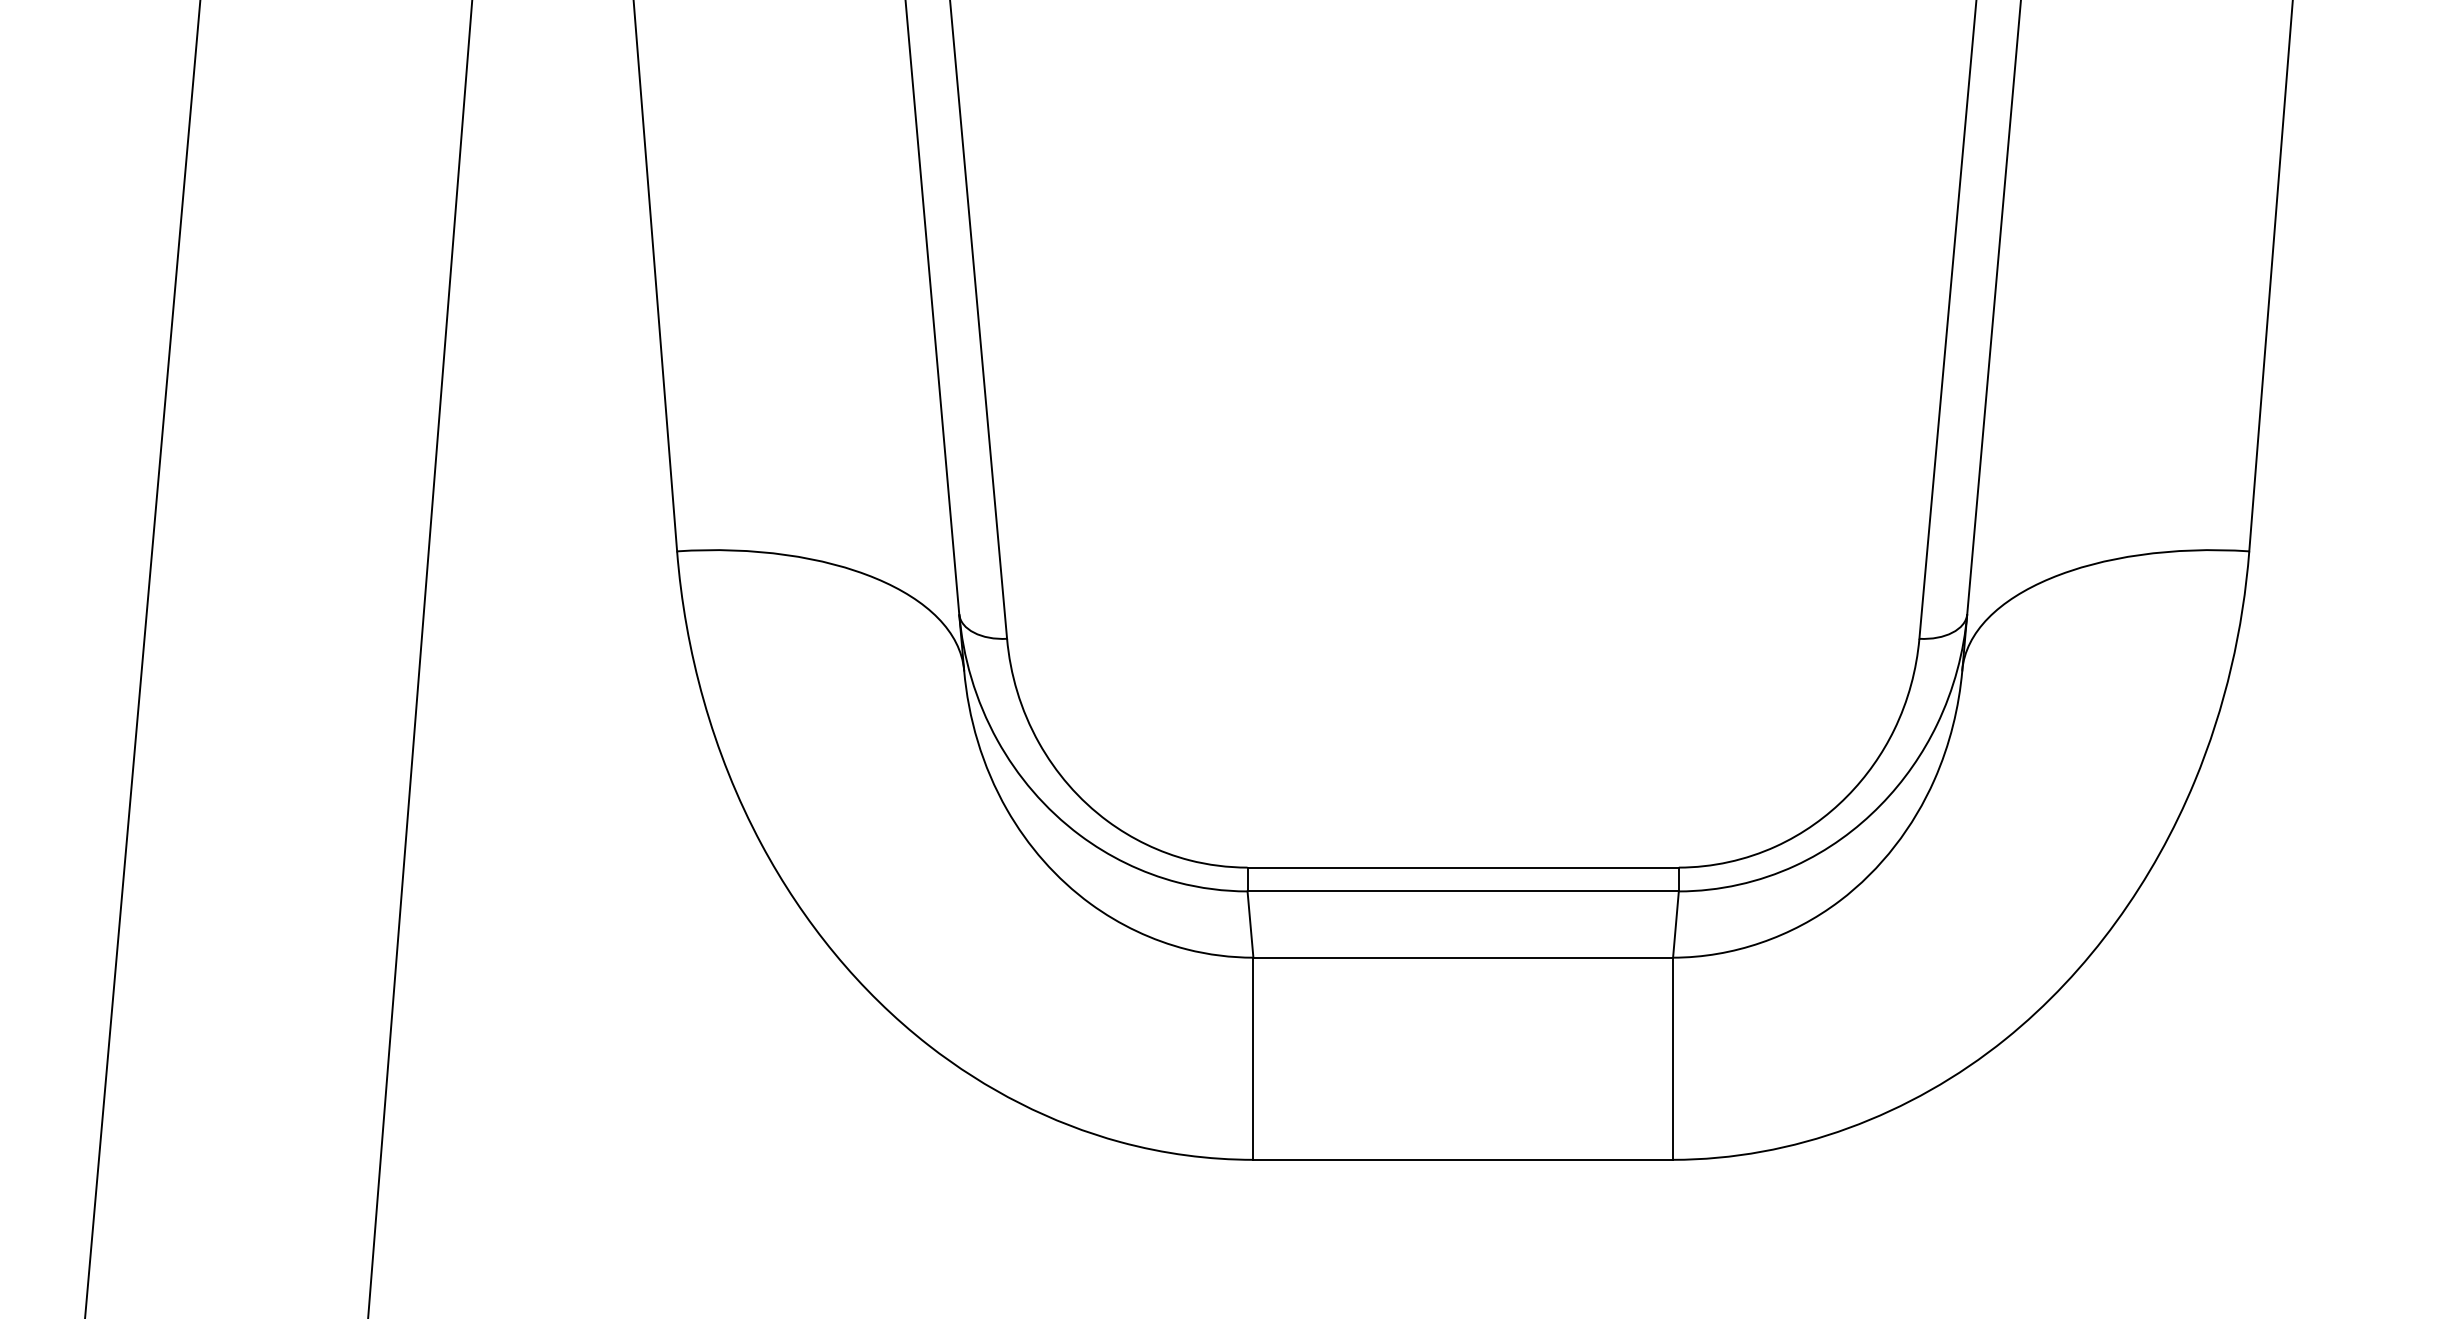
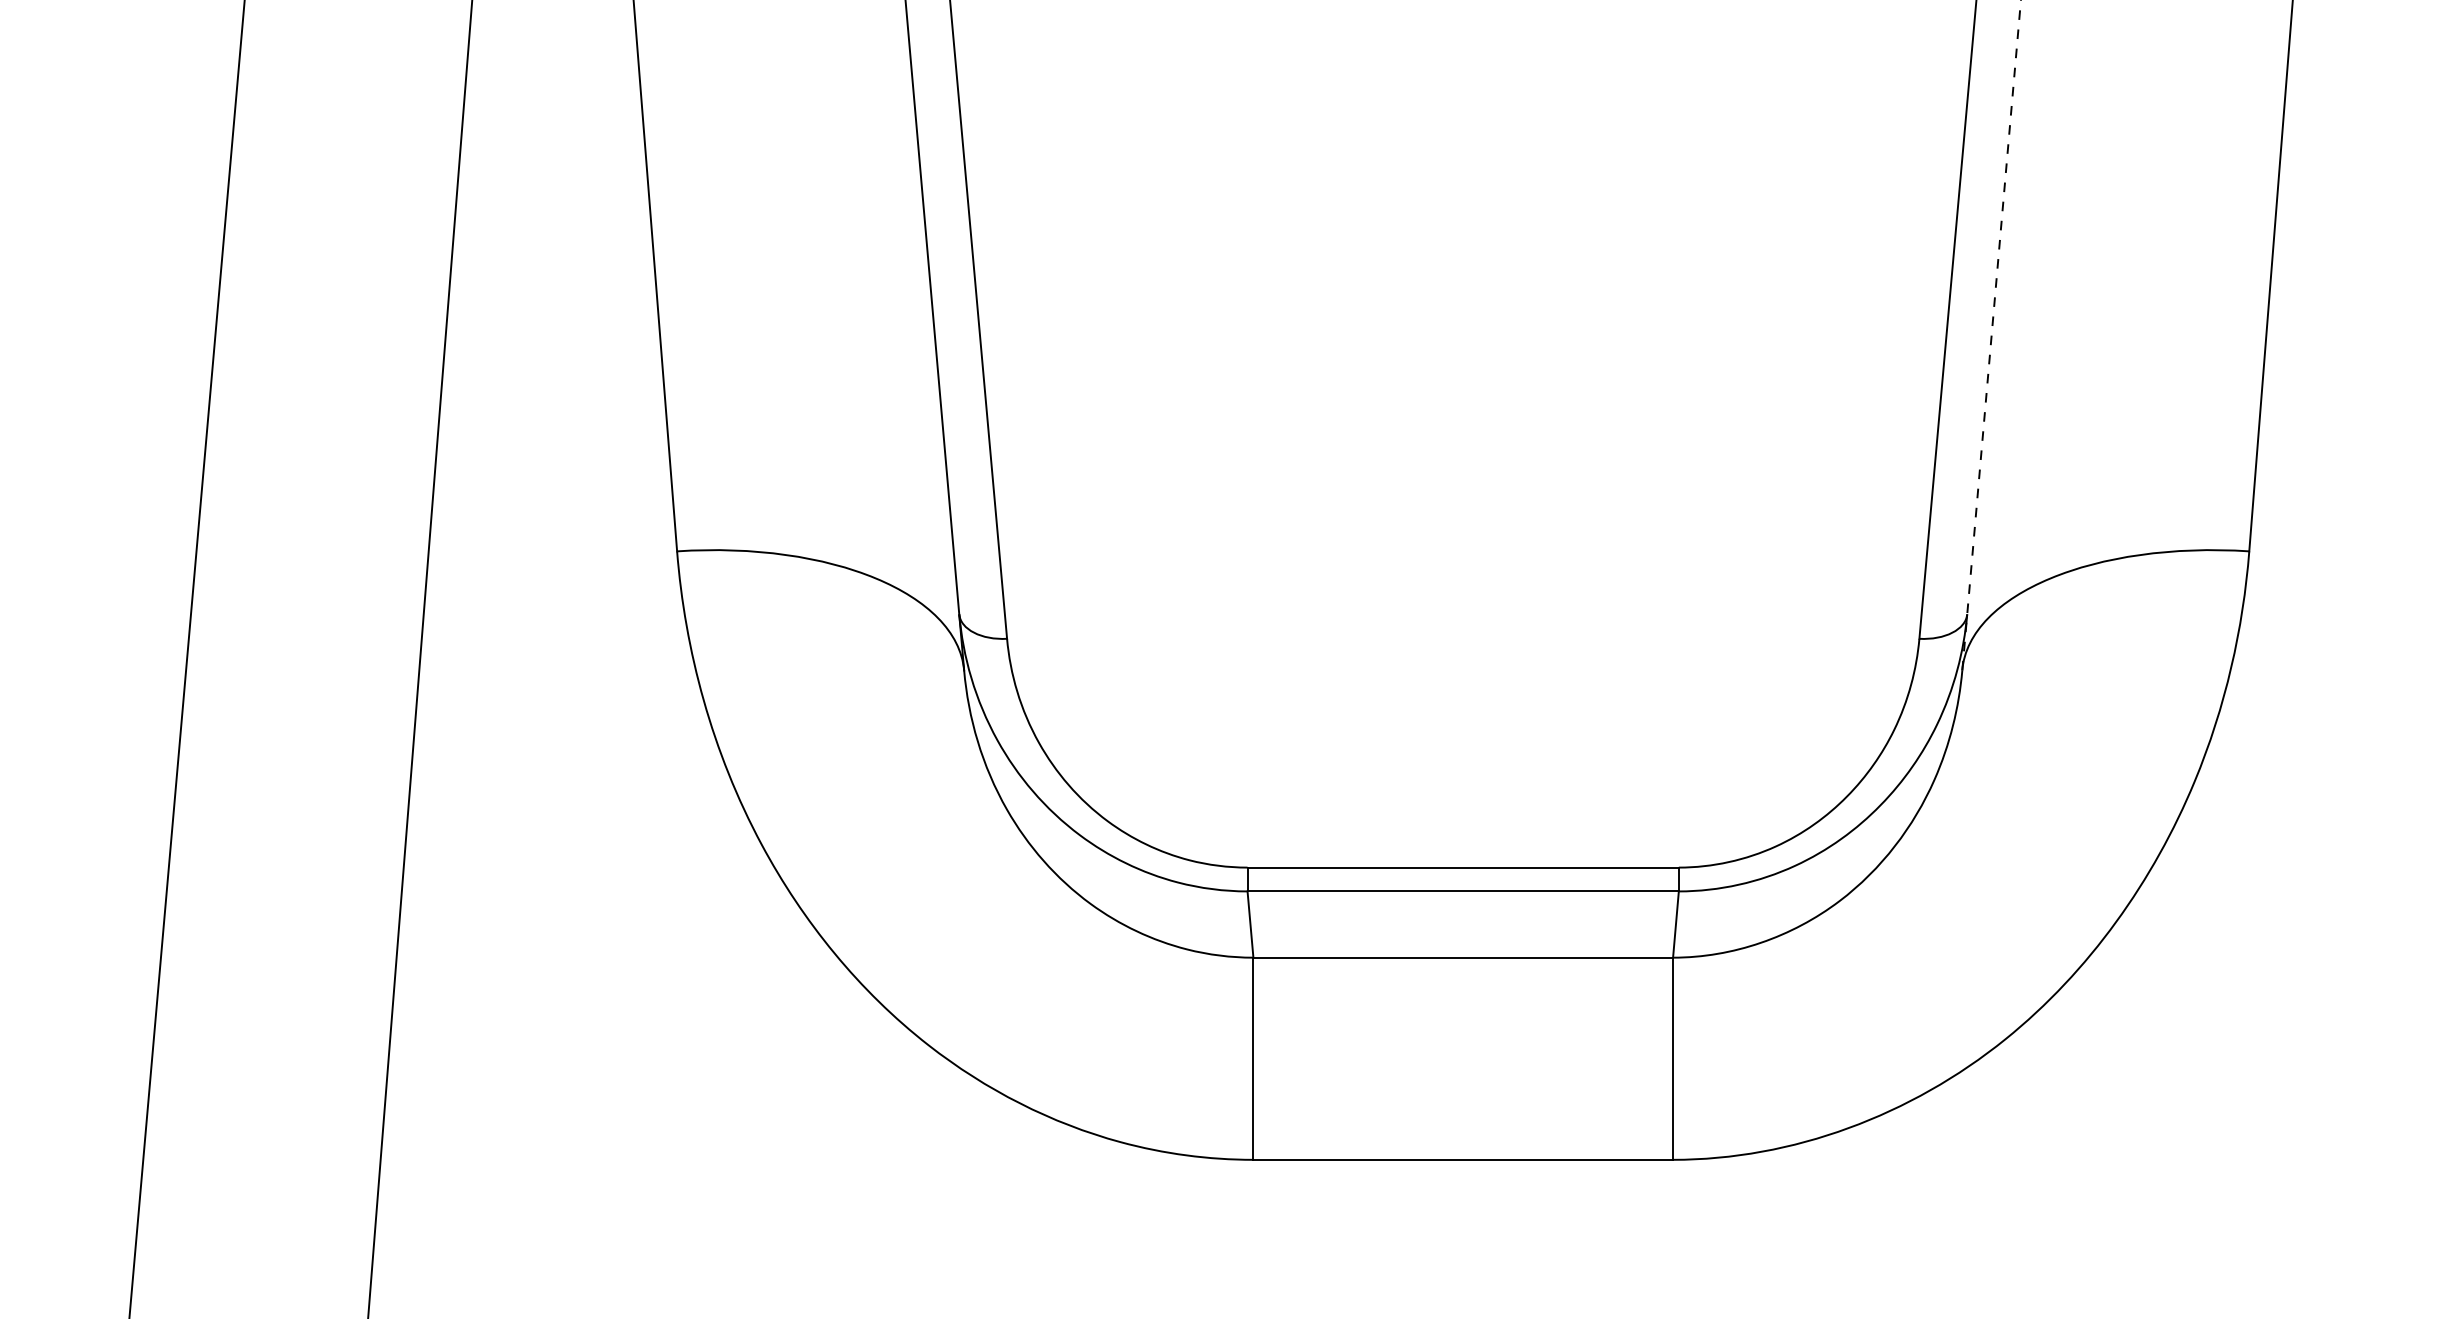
line at (1991, 334): solid -> dashed
line at (142, 658) position: (142, 658) -> (186, 658)
